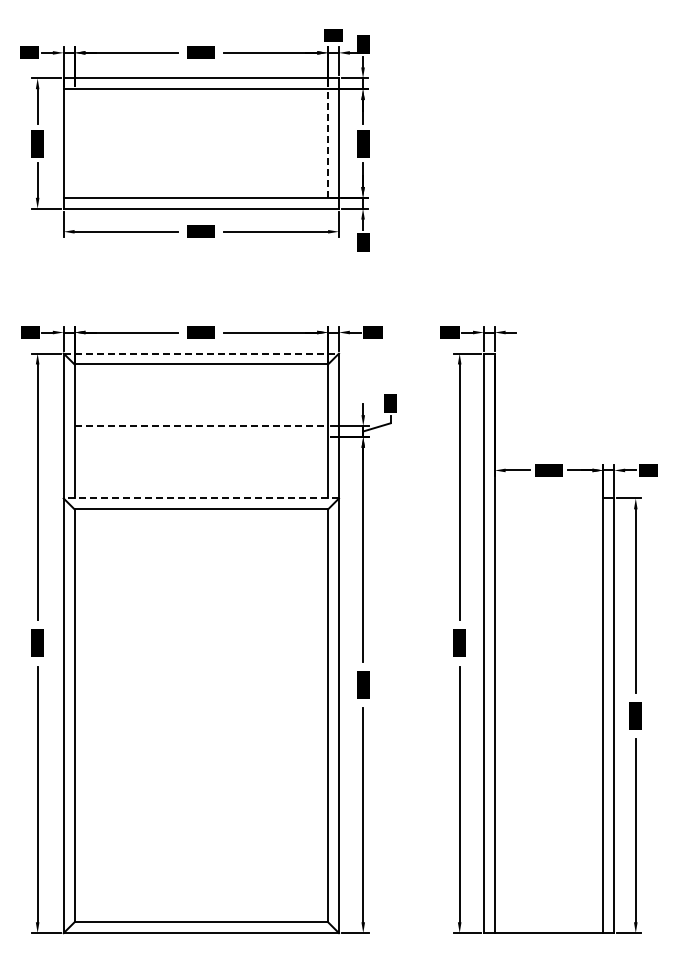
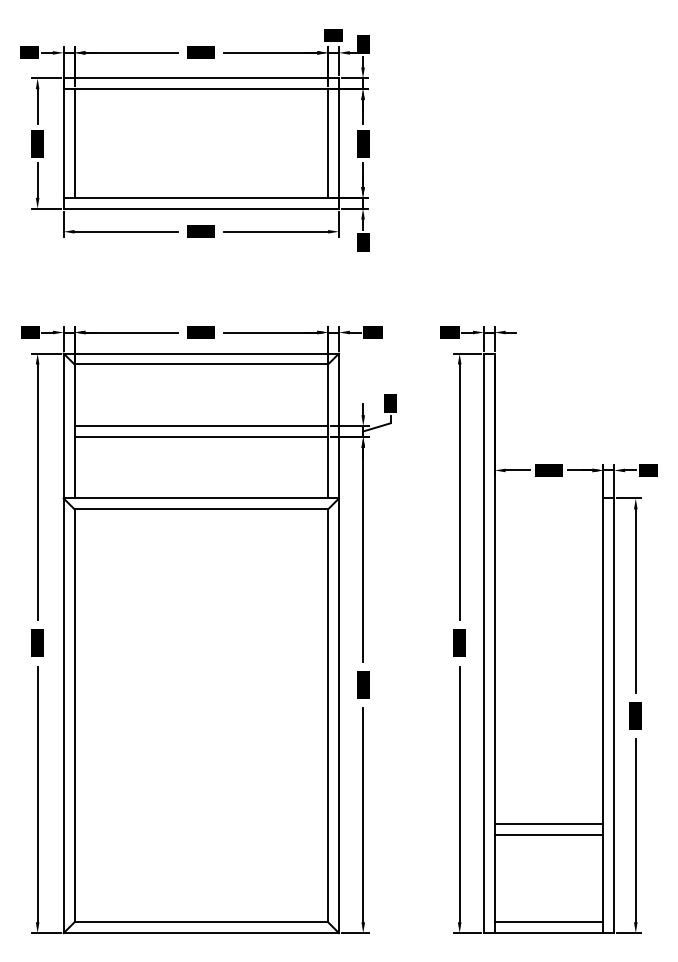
line at (74, 143): none -> present
line at (328, 143): dashed -> solid
line at (201, 353): dashed -> solid
line at (201, 426): dashed -> solid
line at (201, 436): none -> present
line at (201, 498): dashed -> solid
line at (548, 824): none -> present
line at (548, 835): none -> present
line at (548, 922): none -> present
